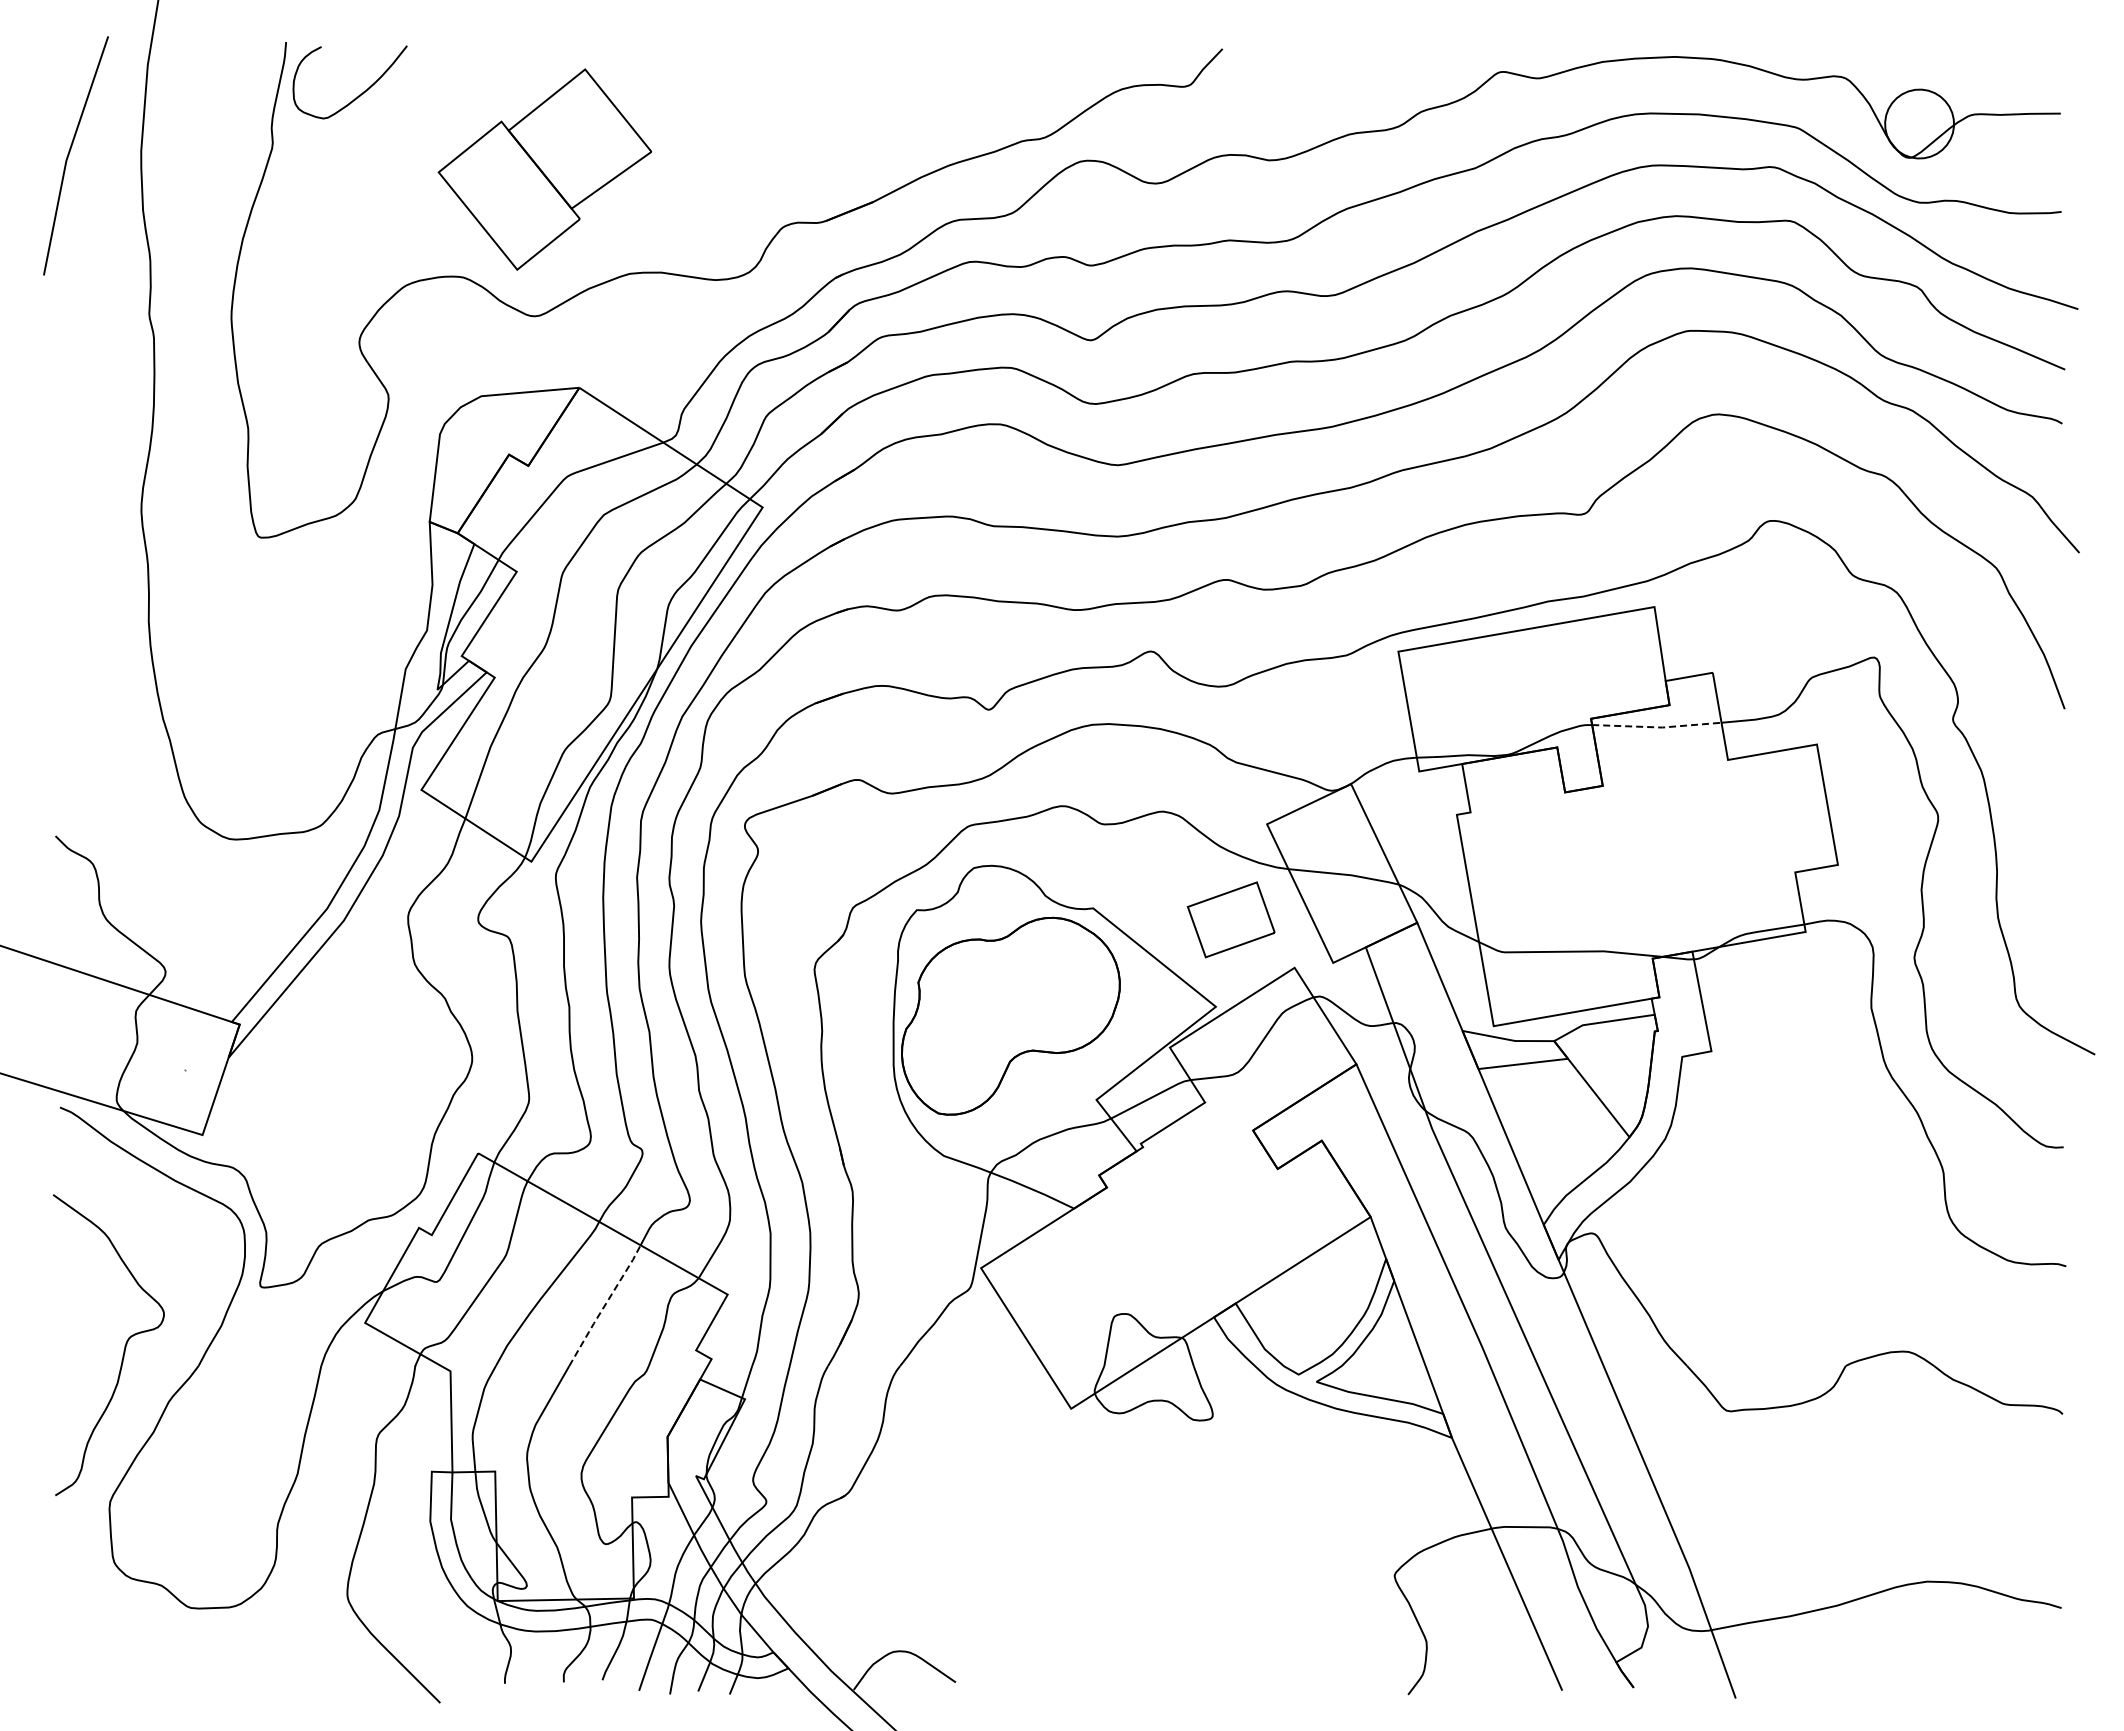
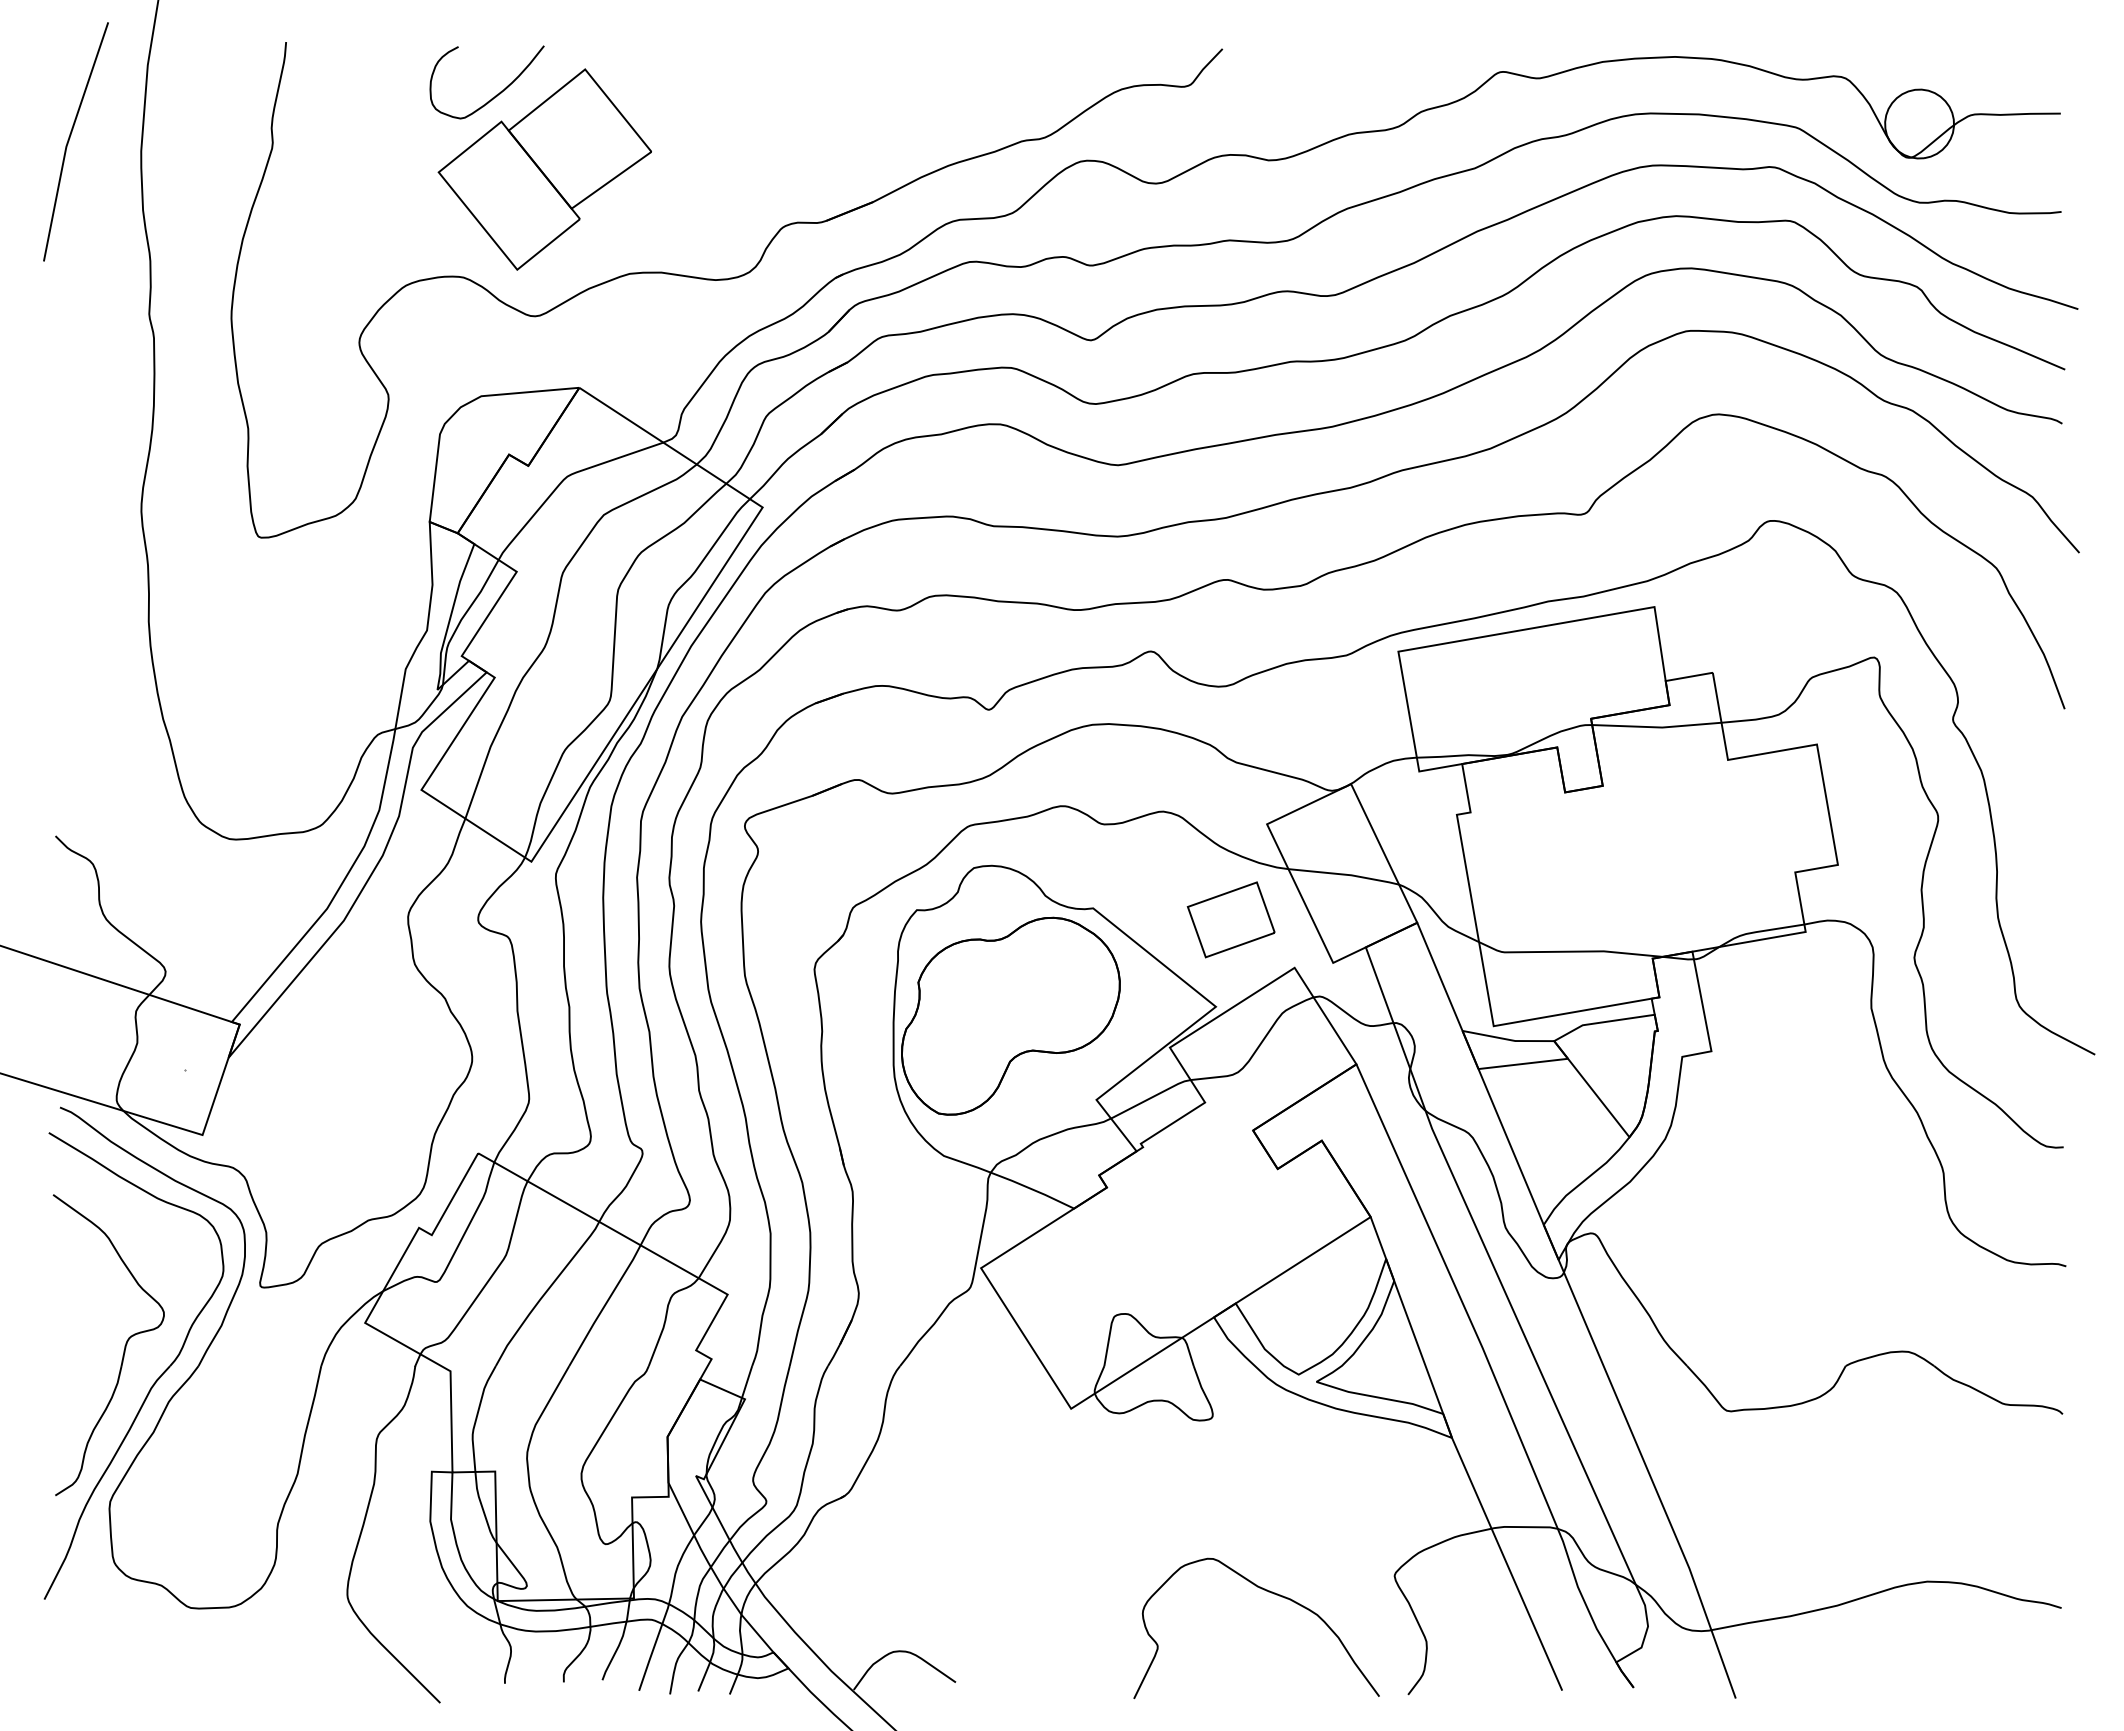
curve at (359, 94) position: (359, 94) -> (496, 94)
line at (70, 152) position: (70, 152) -> (70, 138)
line at (1657, 727): dashed -> solid
line at (604, 1305): dashed -> solid
part at (155, 1380): none -> present
curve at (1268, 1592): none -> present
